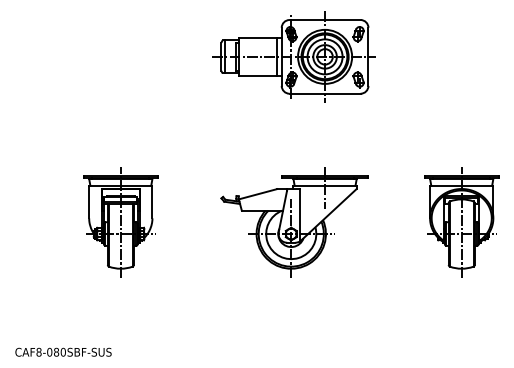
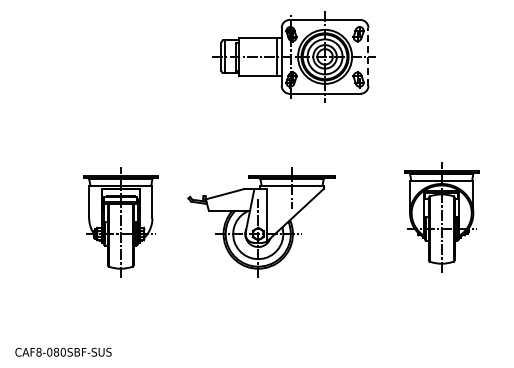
line at (368, 56): solid -> dashed
part at (294, 222) position: (294, 222) -> (261, 222)
part at (461, 222) position: (461, 222) -> (441, 217)
